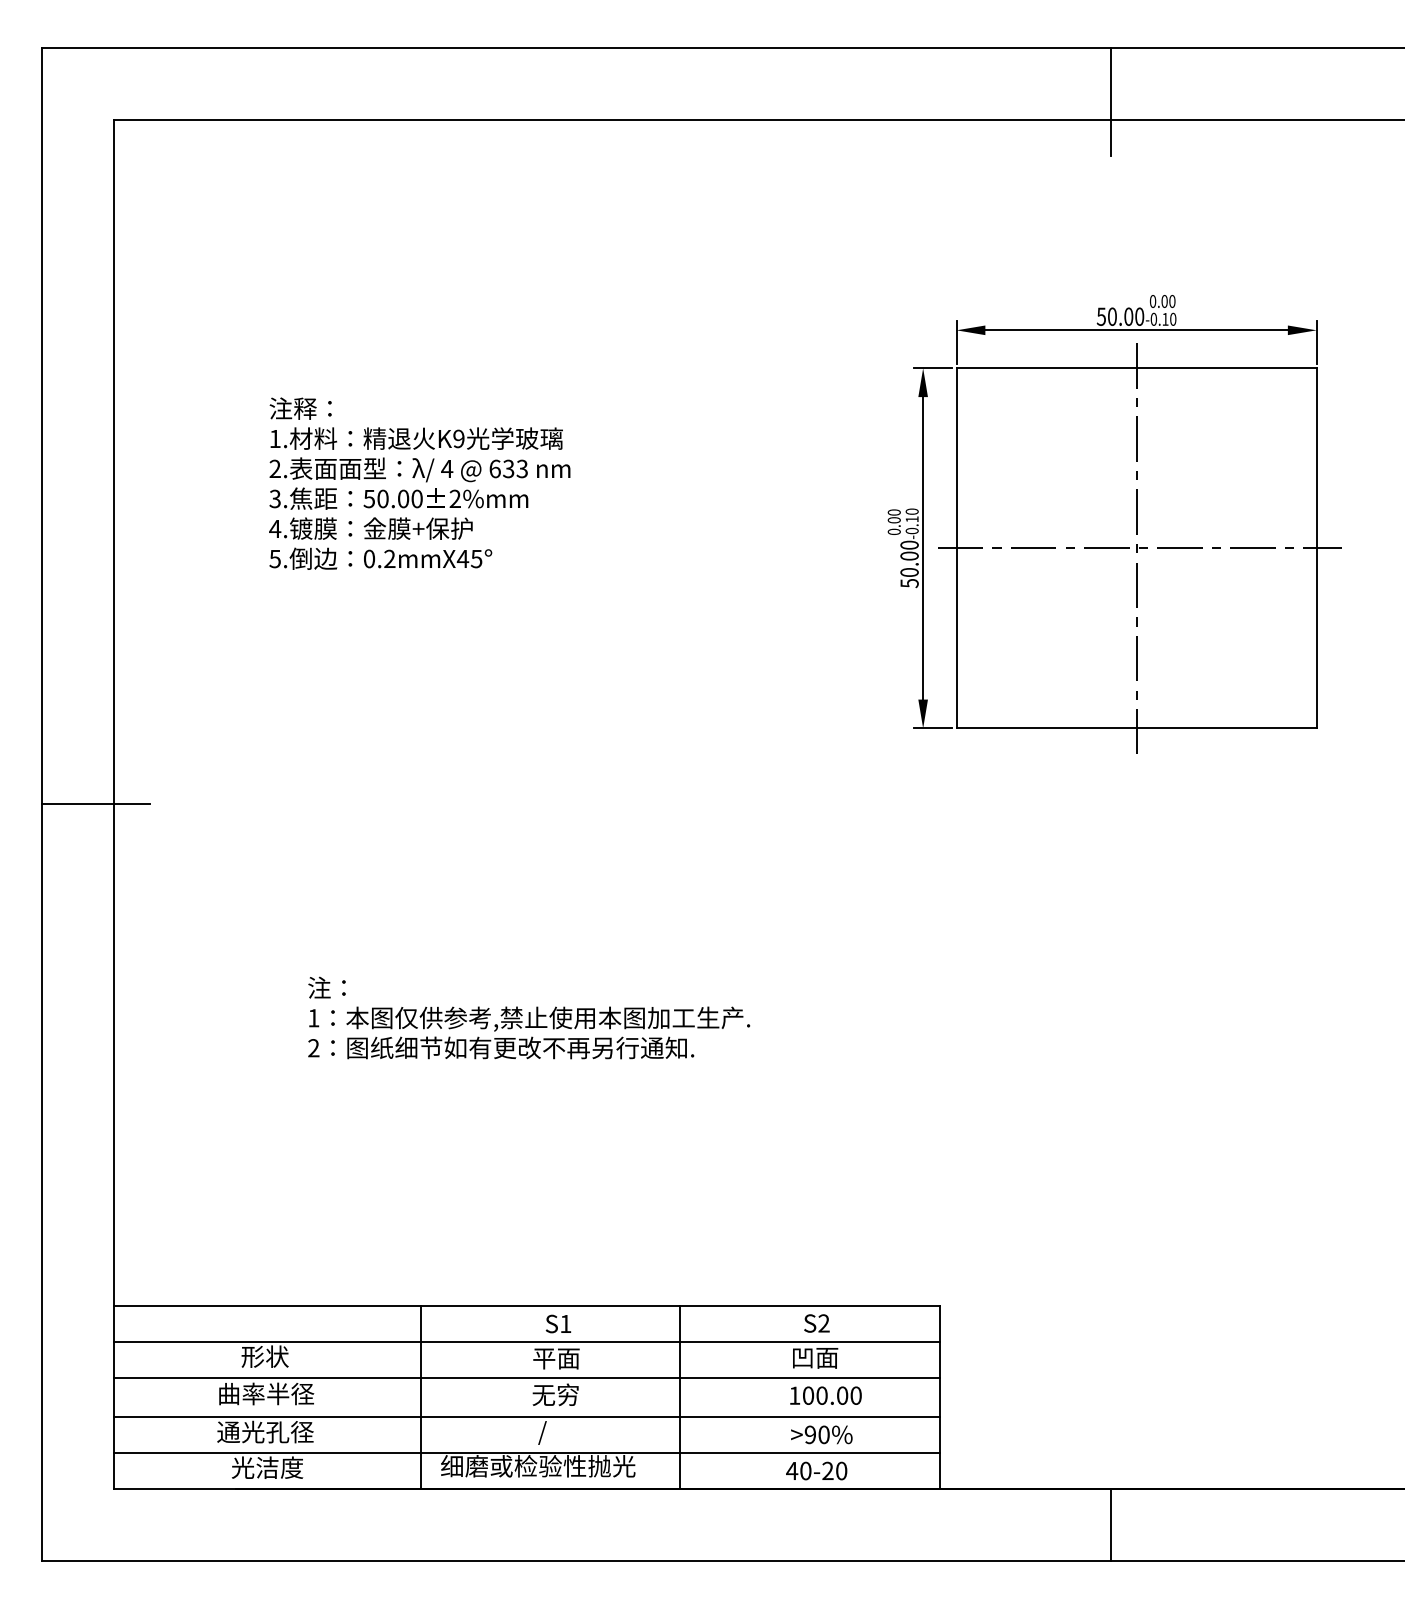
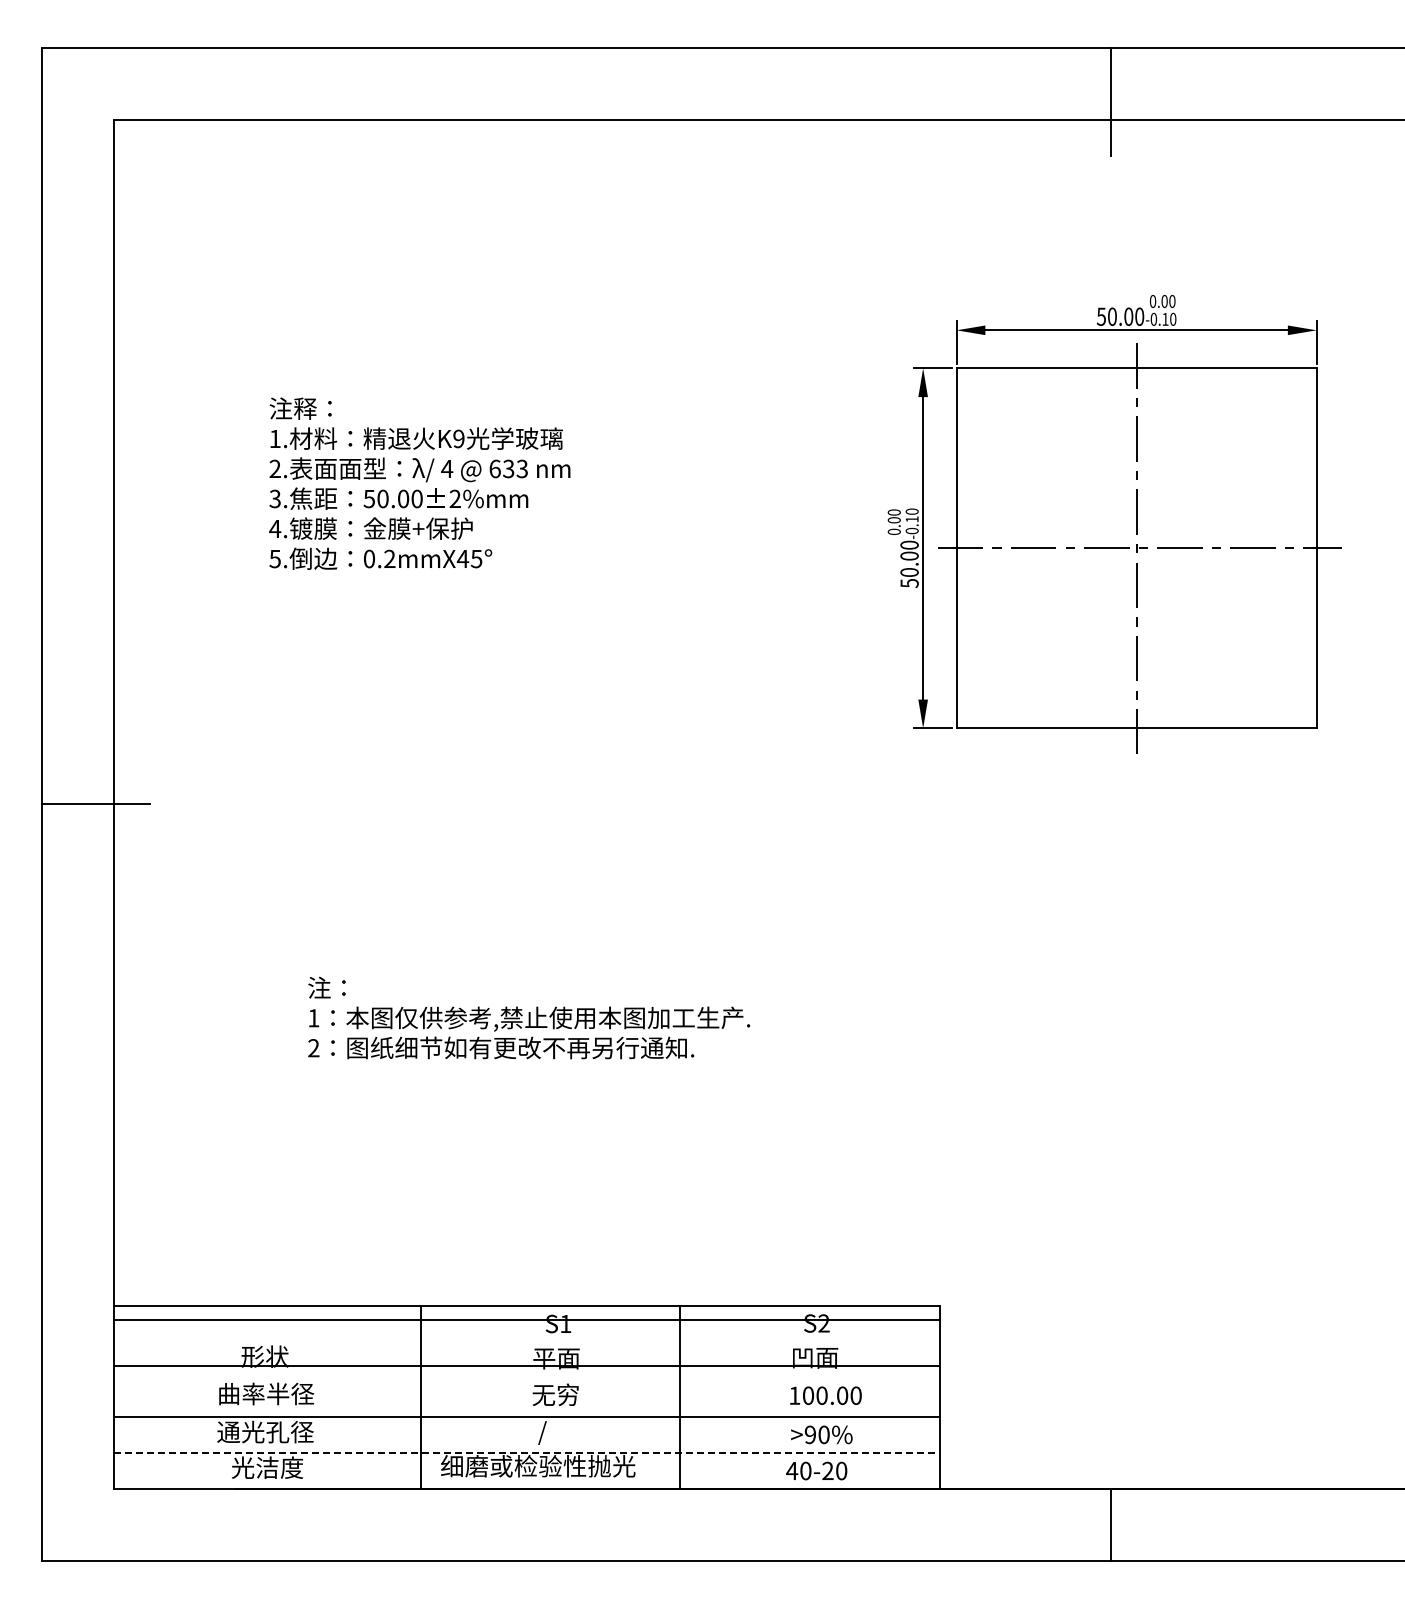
line at (526, 1342) position: (526, 1342) -> (526, 1320)
line at (526, 1377) position: (526, 1377) -> (526, 1365)
line at (526, 1452): solid -> dashed
